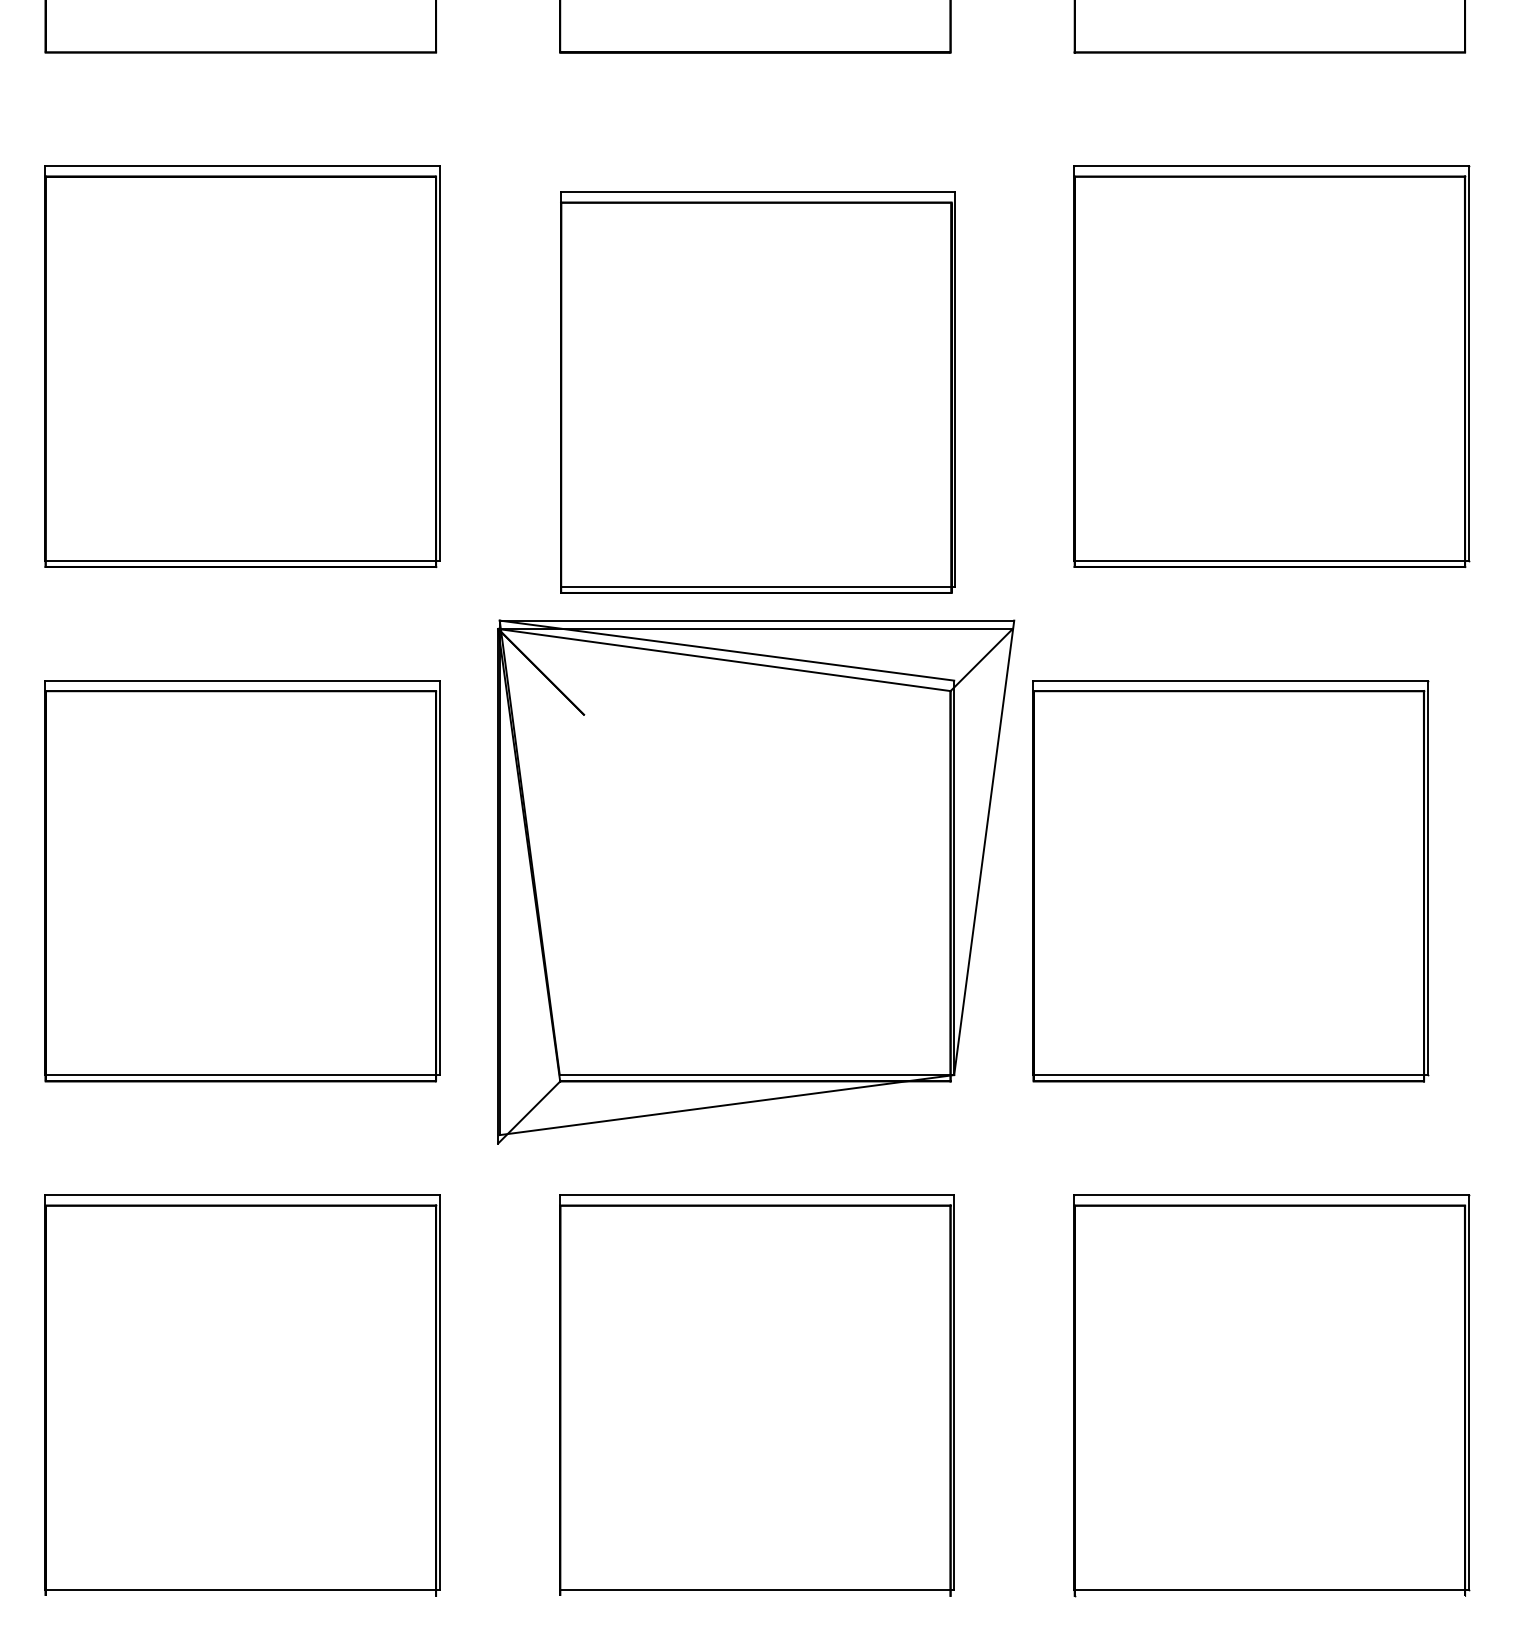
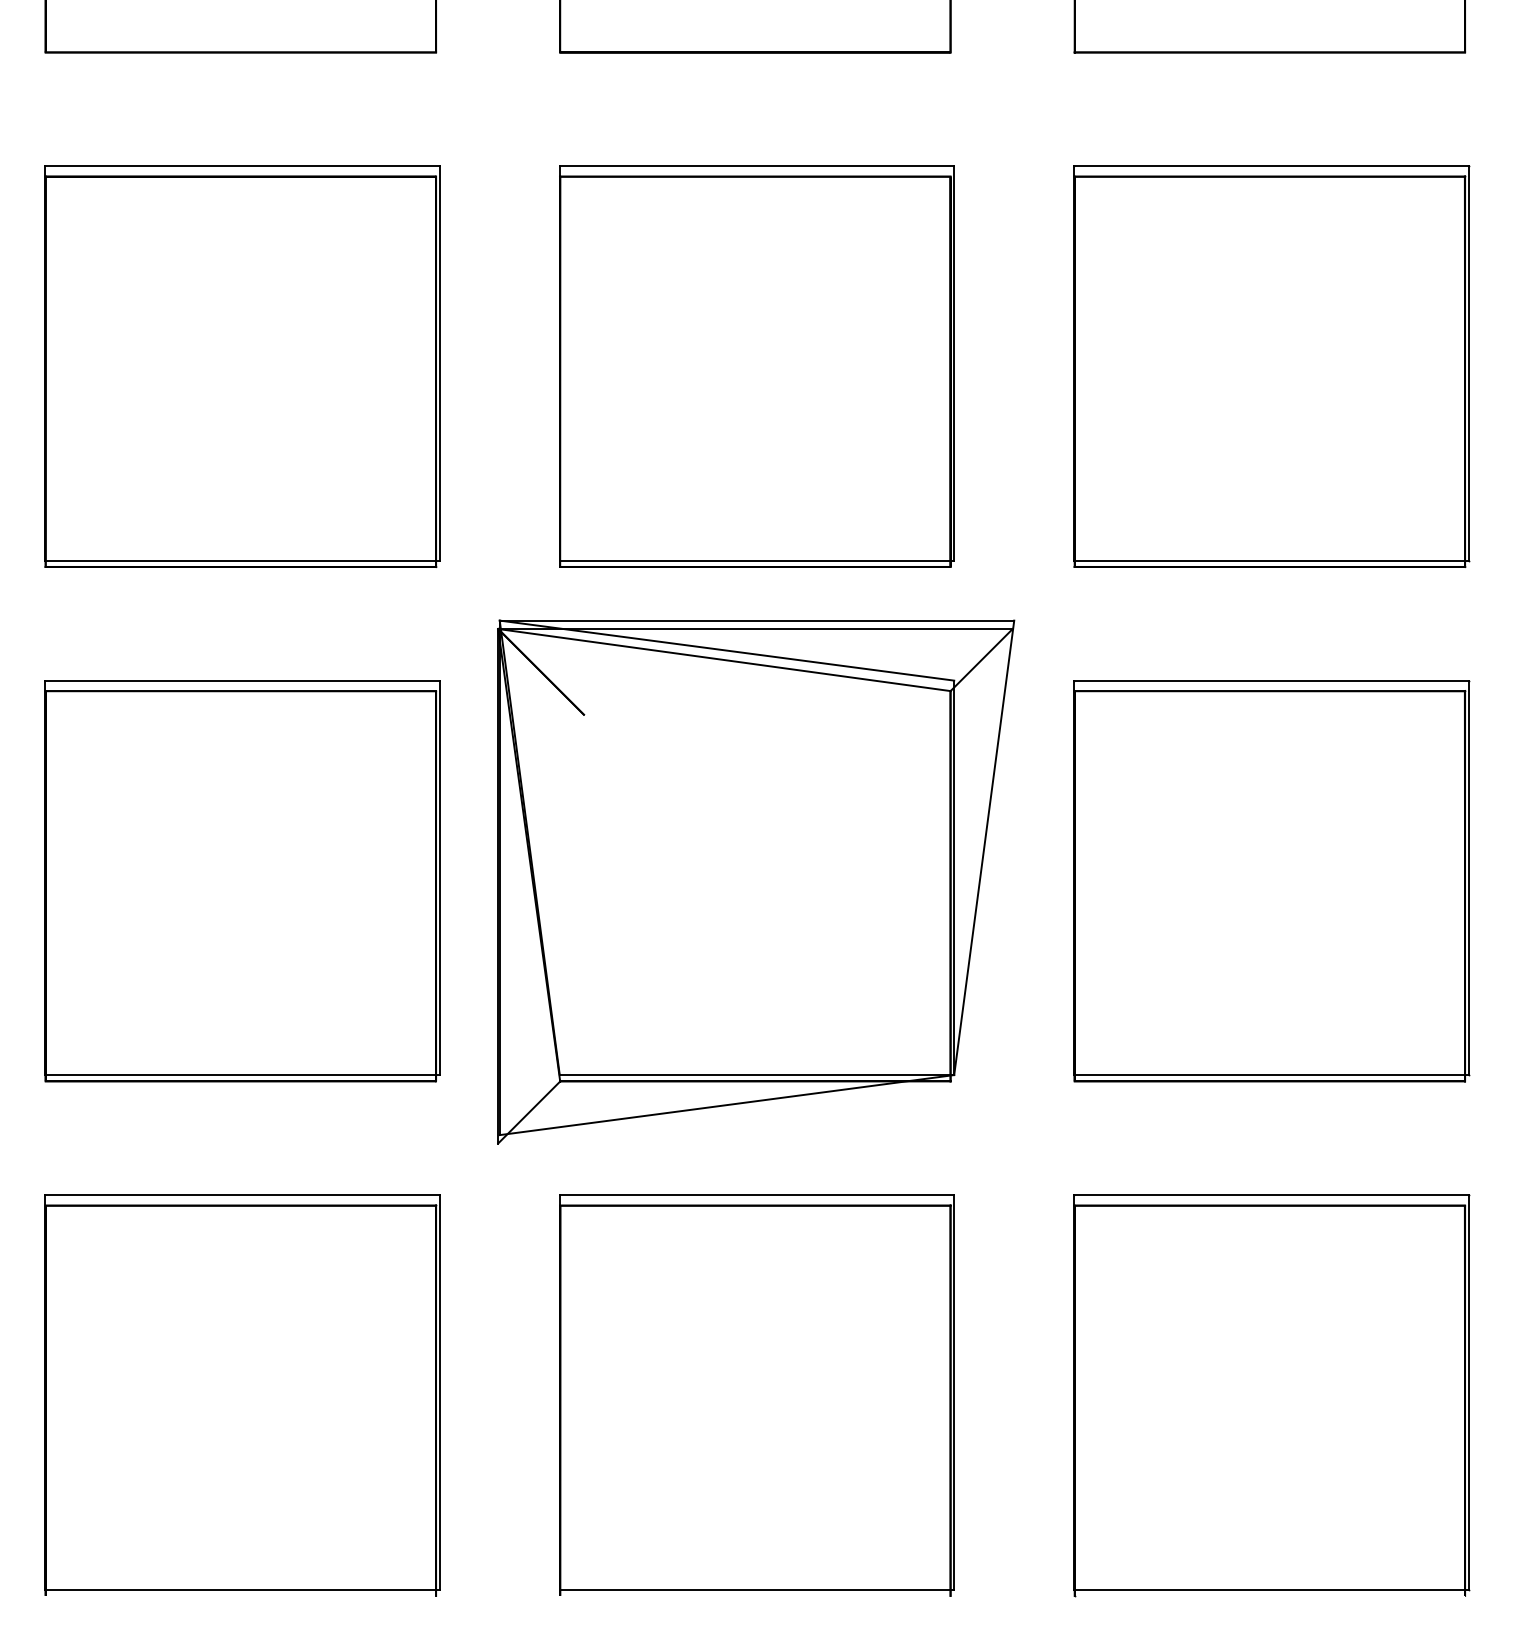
part at (757, 392) position: (757, 392) -> (756, 366)
part at (1230, 881) position: (1230, 881) -> (1271, 881)
